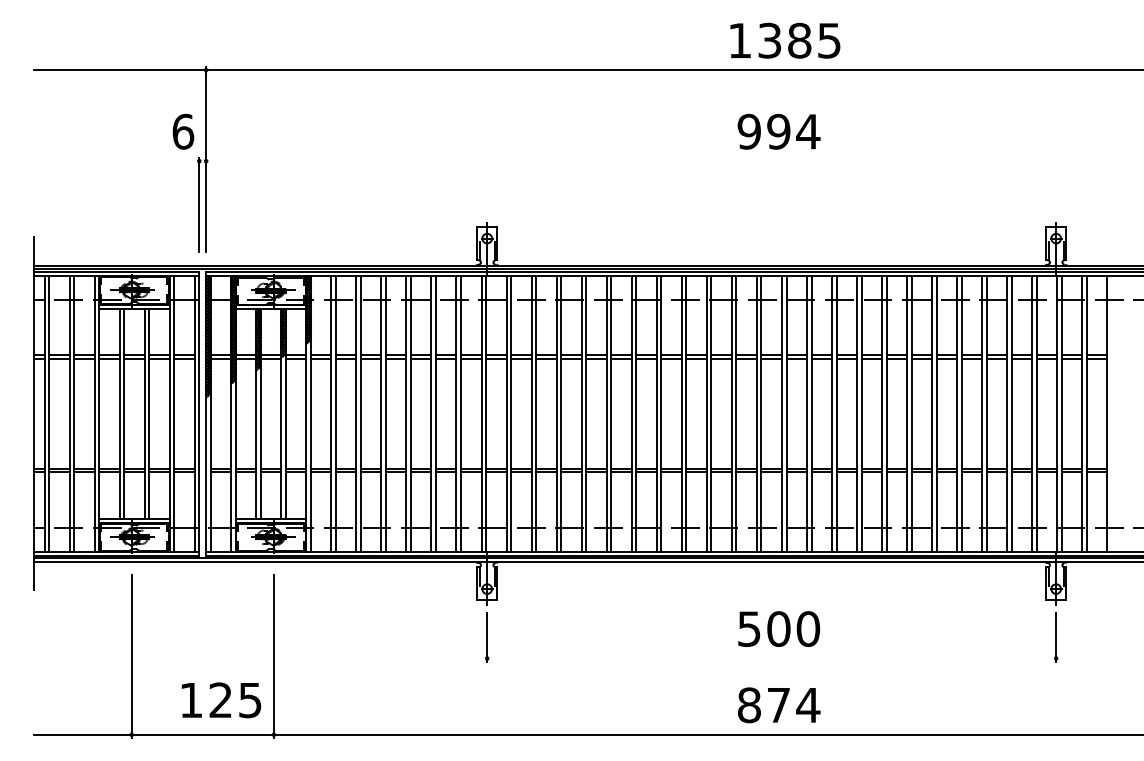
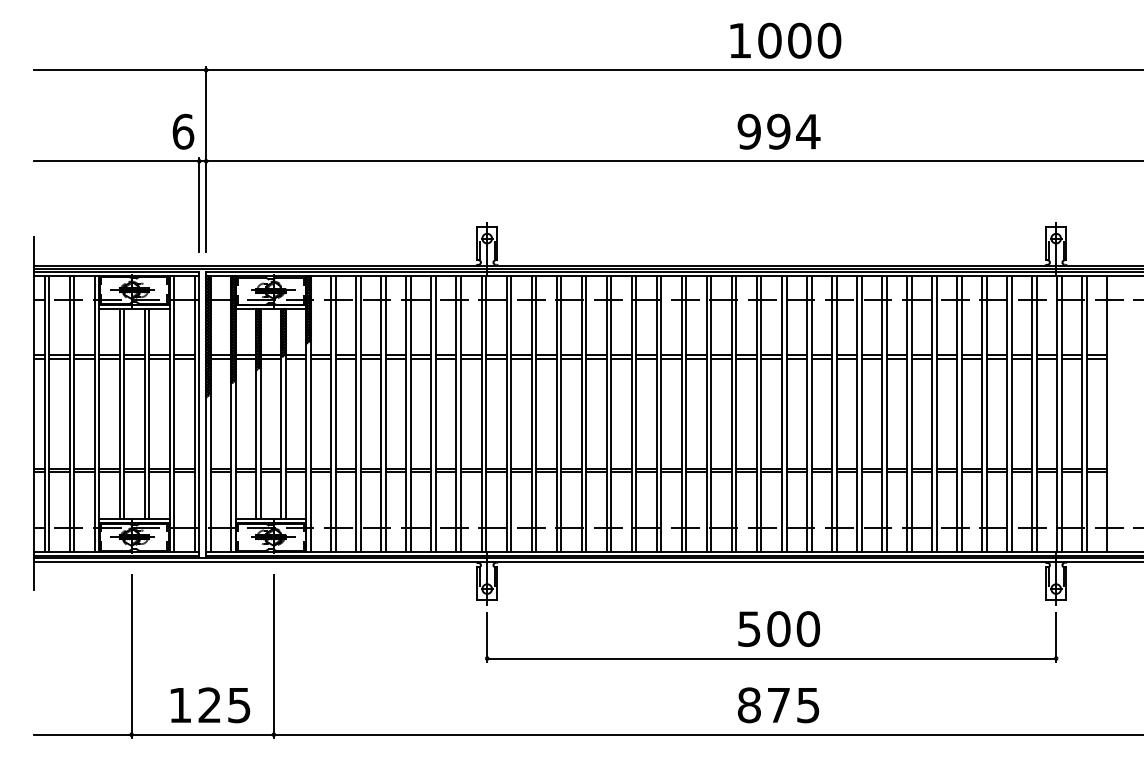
text at (799, 40): 1385 -> 1000
line at (587, 161): none -> present
line at (771, 658): none -> present
text at (221, 700) position: (221, 700) -> (210, 705)
text at (808, 705): 874 -> 875
